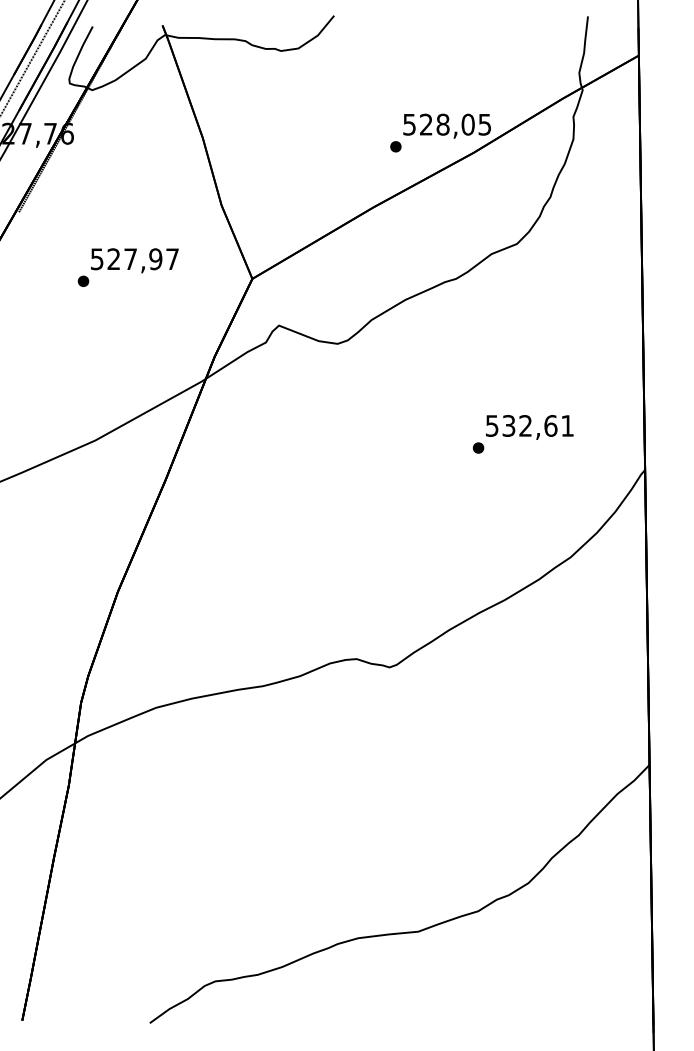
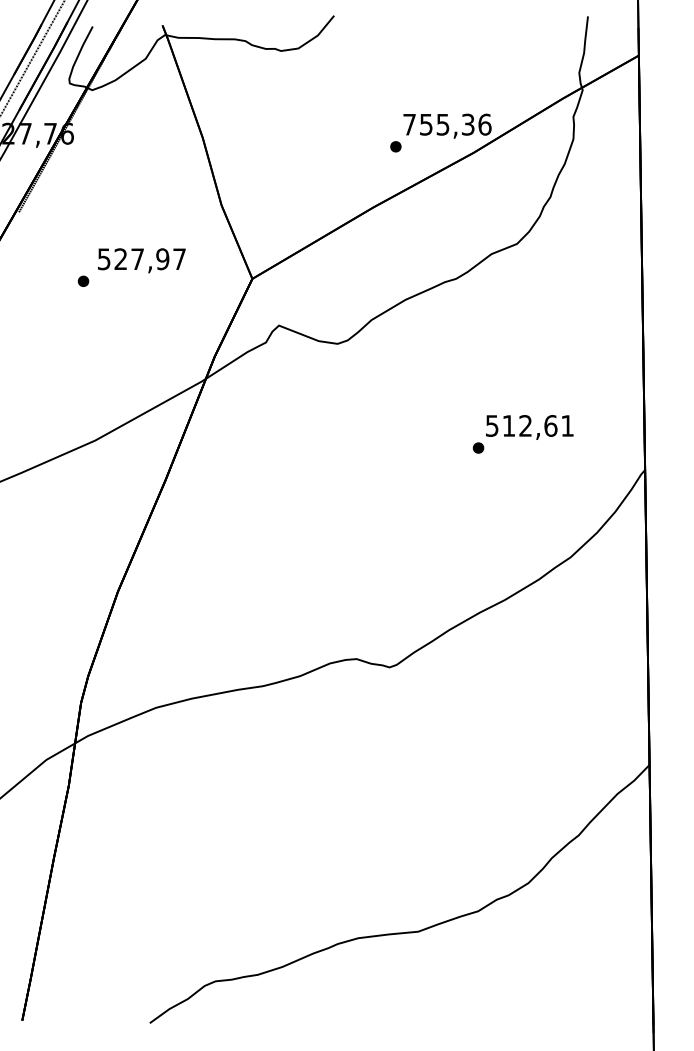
text at (447, 124): 528,05 -> 755,36
text at (134, 260) position: (134, 260) -> (141, 260)
text at (508, 425): 532,61 -> 512,61
